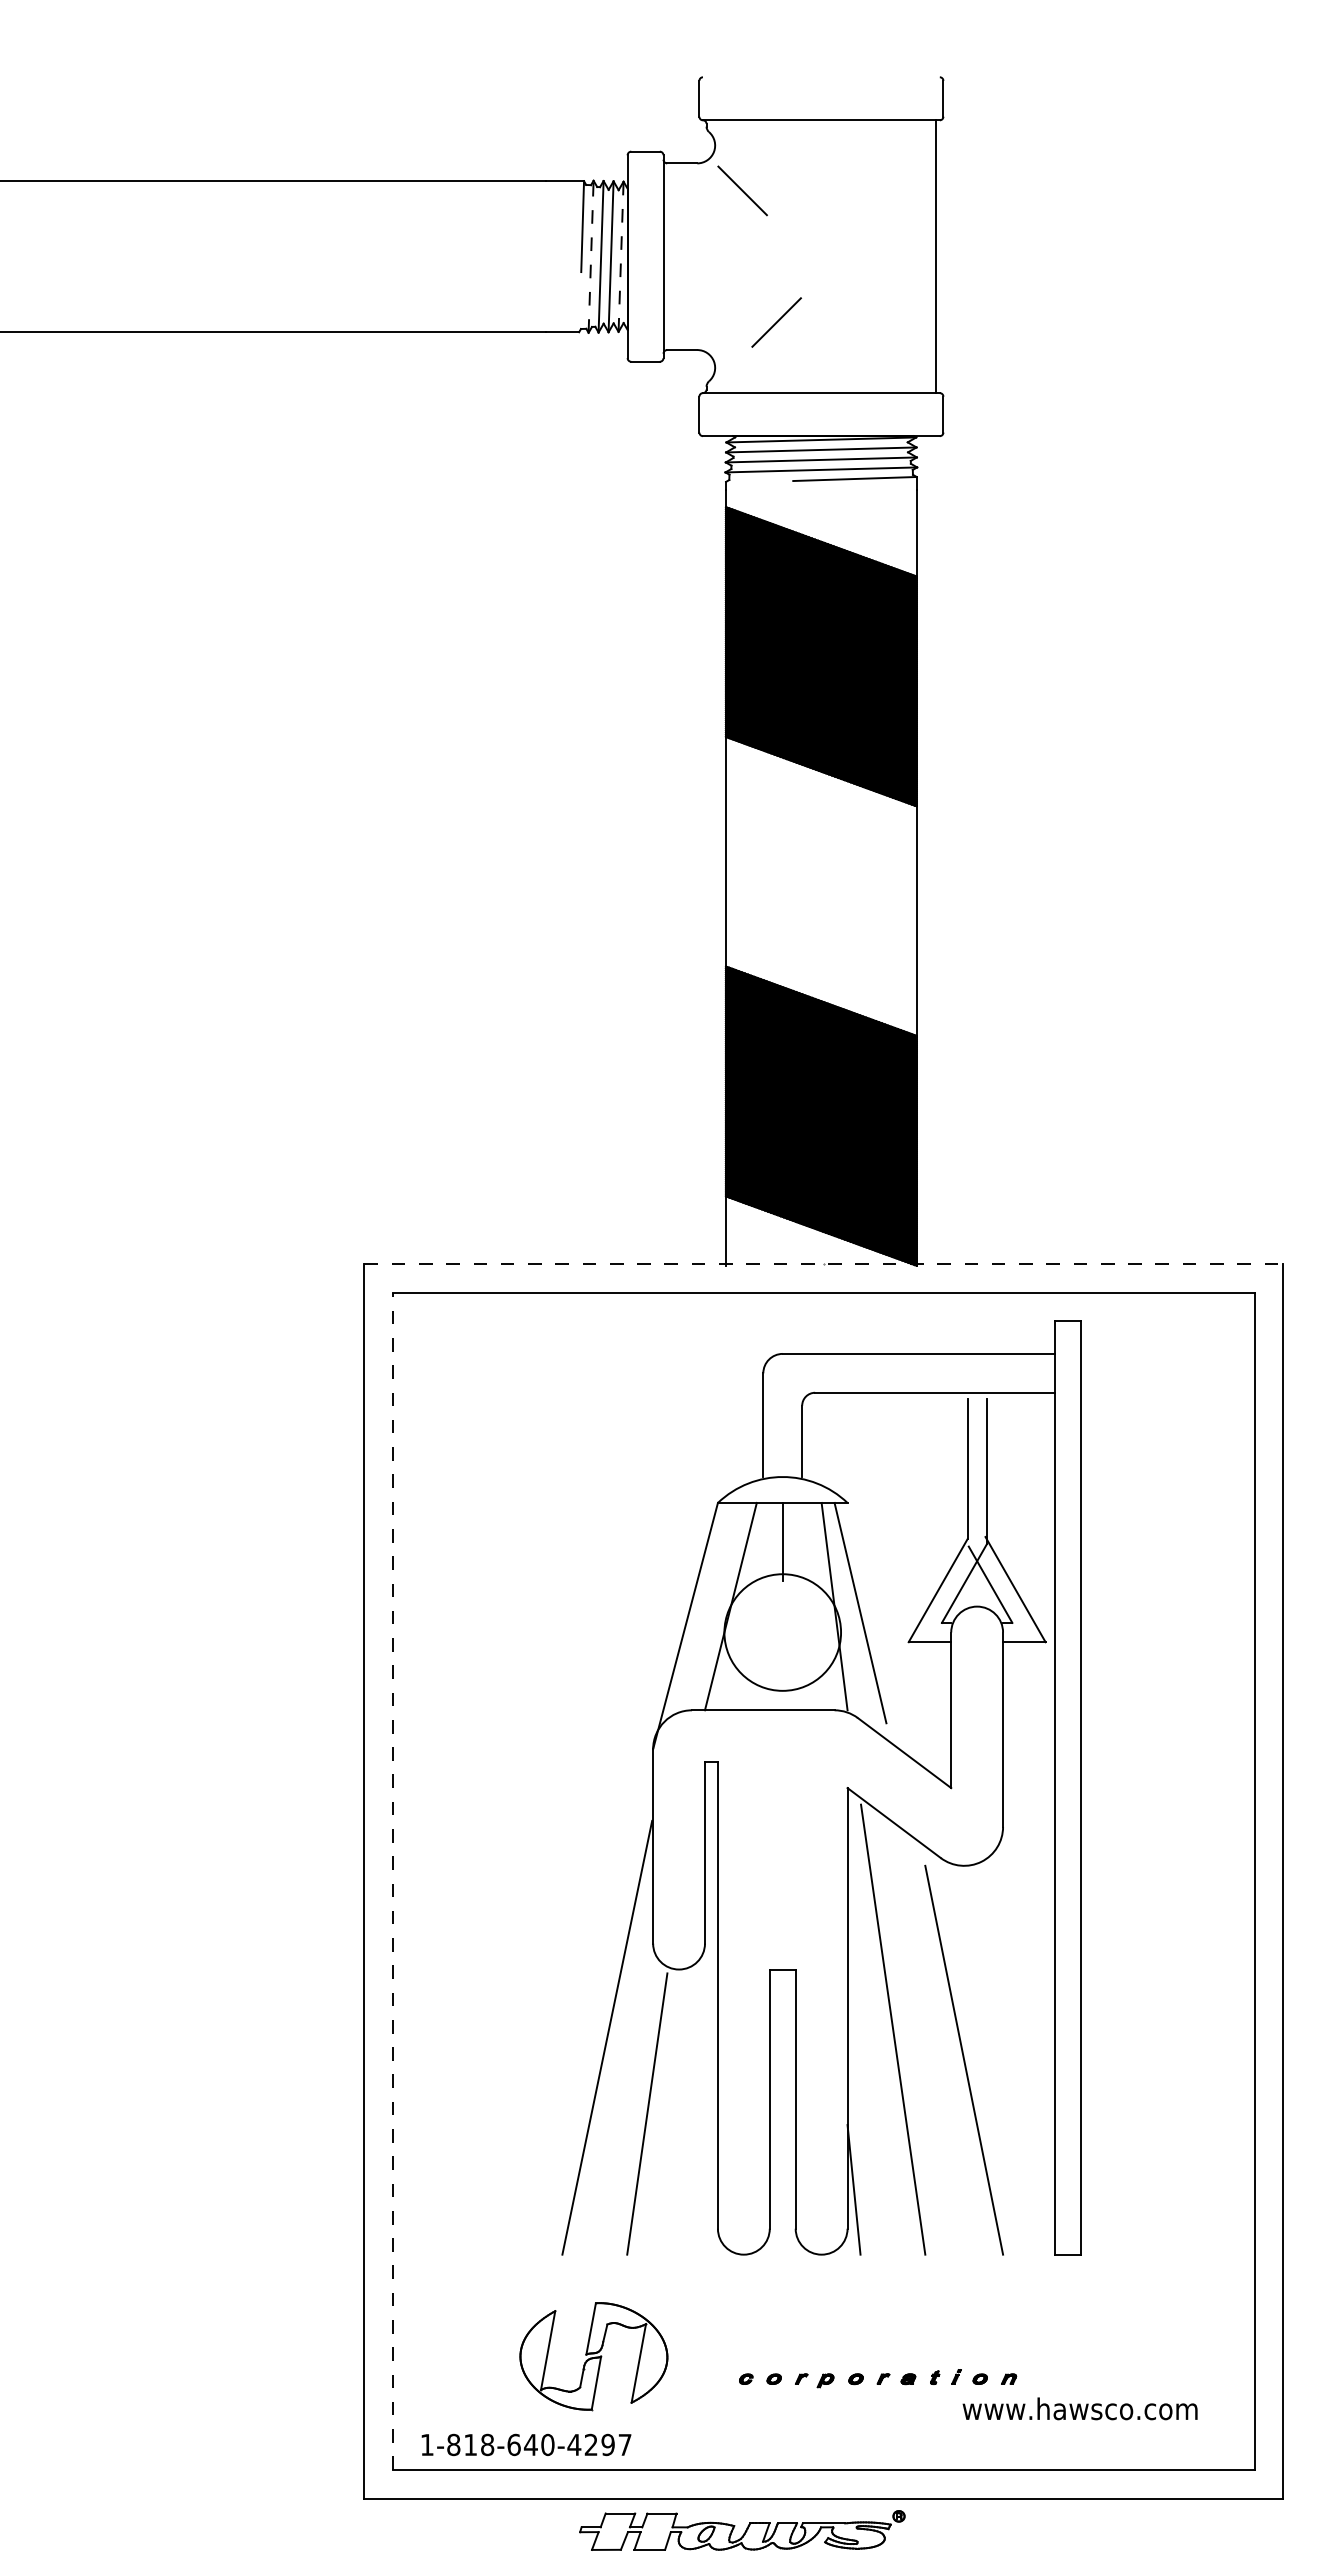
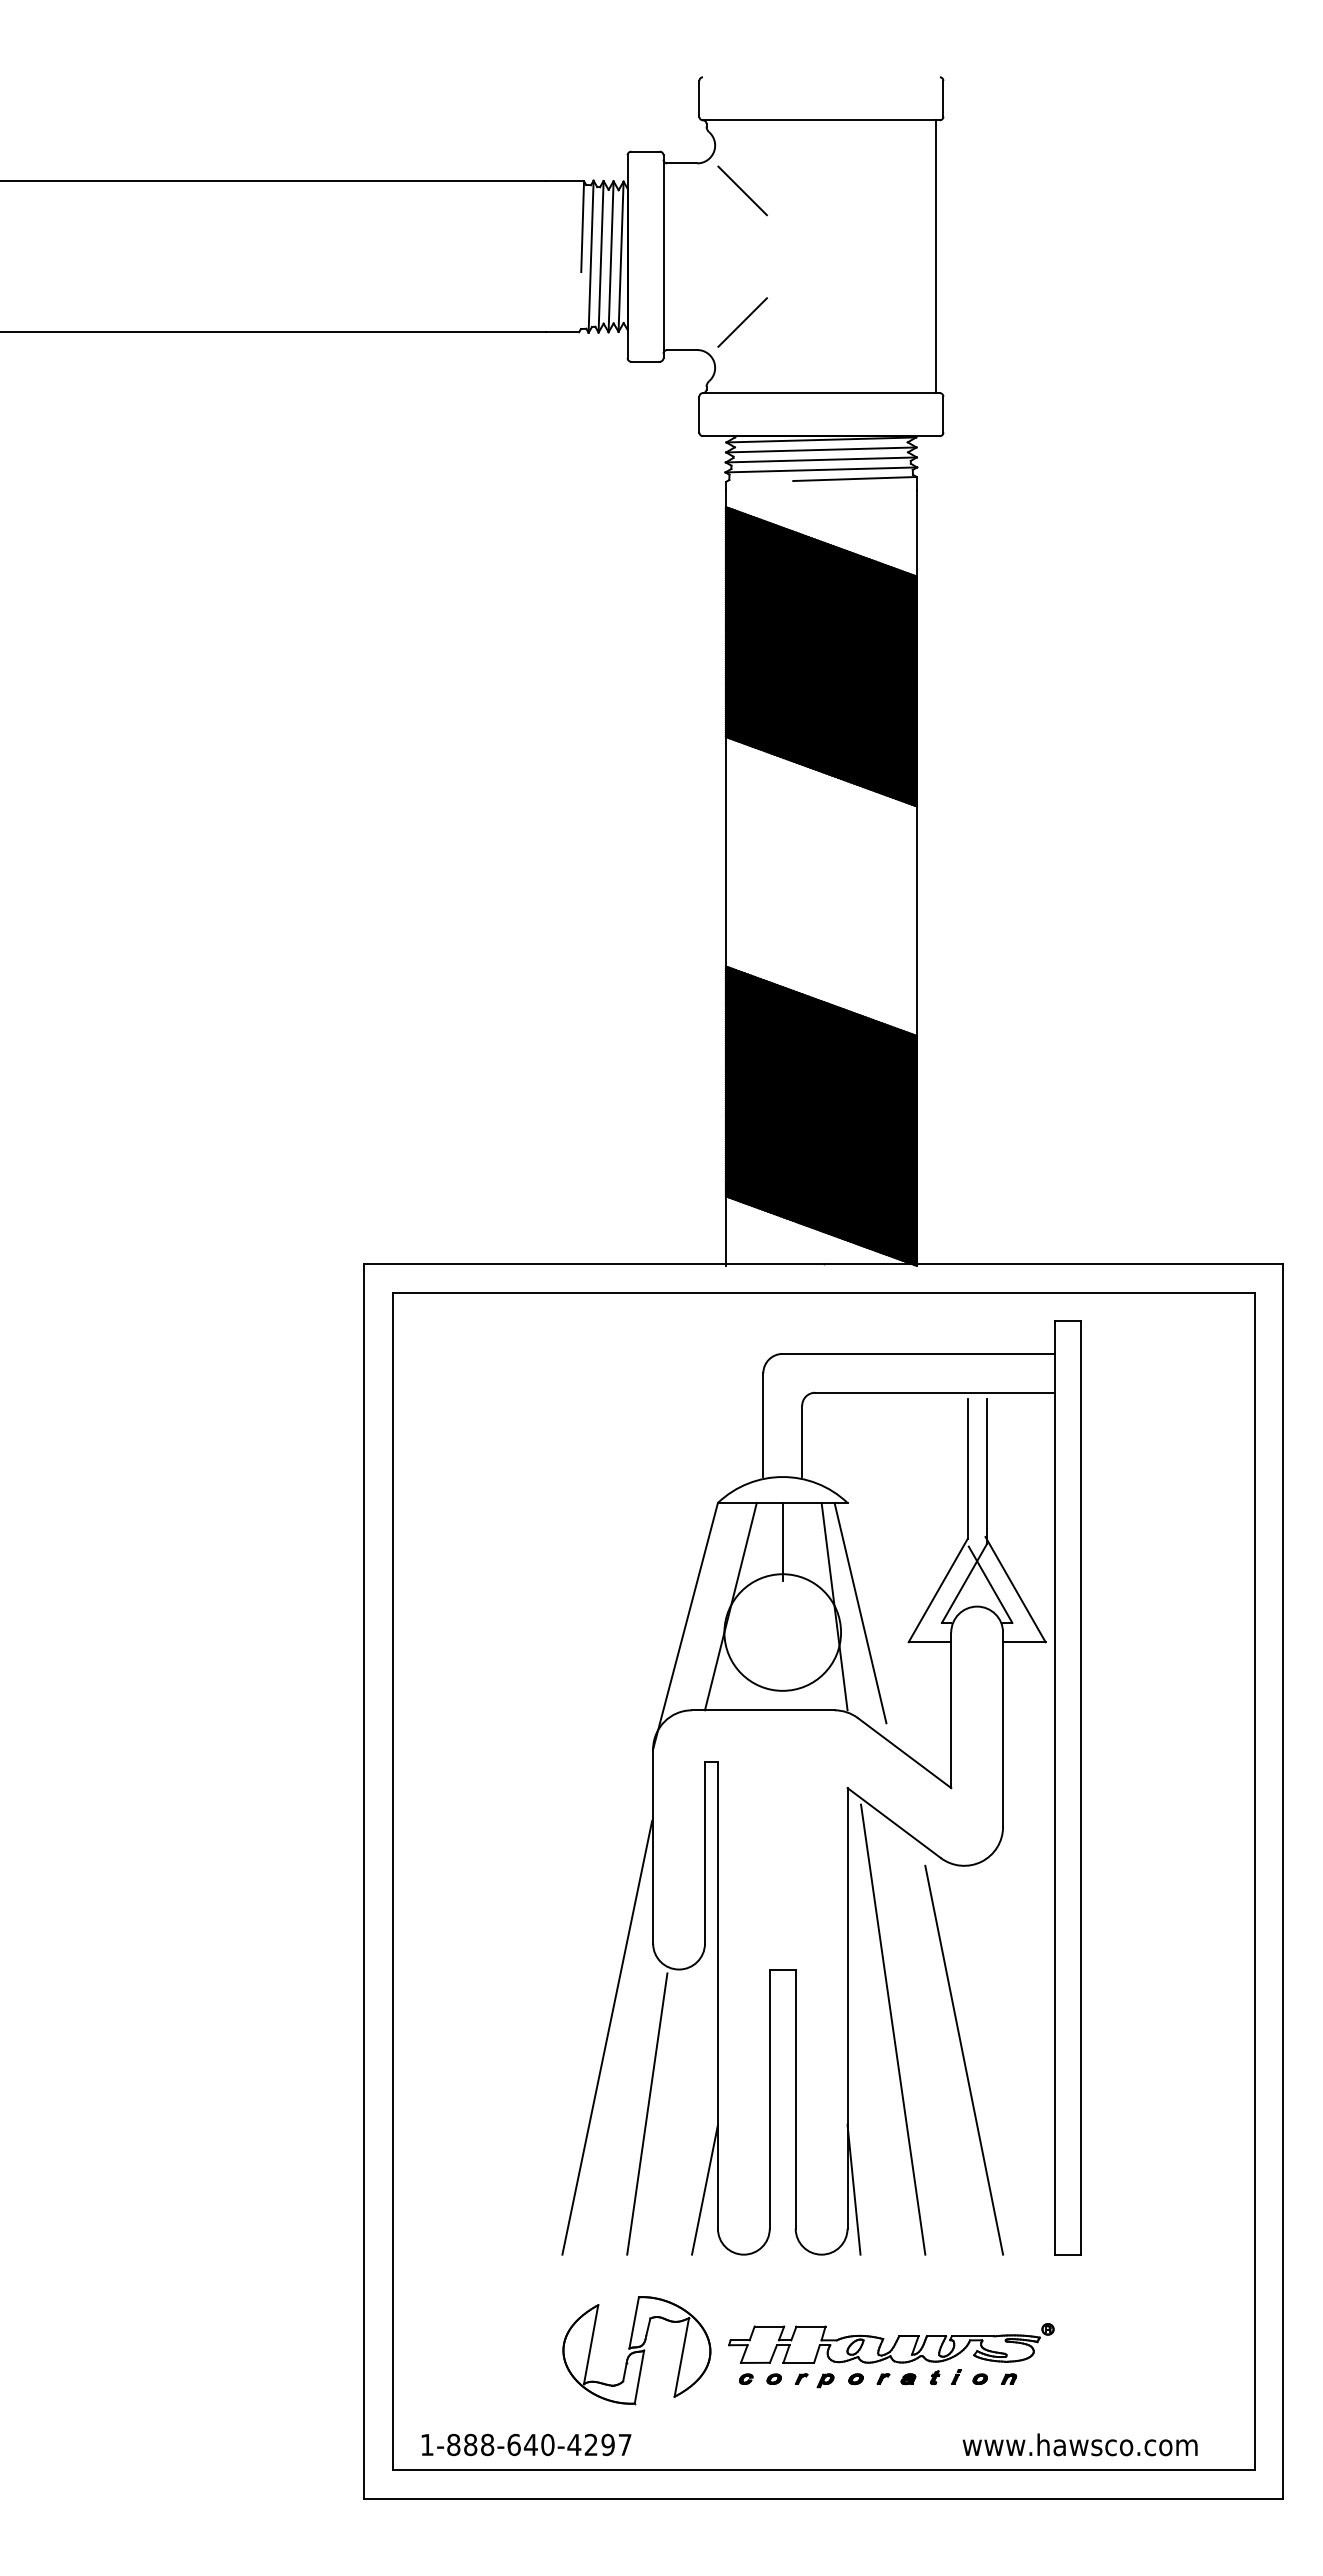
line at (591, 256): dashed -> solid
line at (621, 257): dashed -> solid
line at (776, 322) position: (776, 322) -> (742, 322)
line at (824, 1264): dashed -> solid
line at (393, 1881): dashed -> solid
line at (704, 2189): none -> present
part at (593, 2356) position: (593, 2356) -> (636, 2350)
text at (1079, 2408) position: (1079, 2408) -> (1079, 2444)
text at (470, 2444): 1-818-640-4297 -> 1-888-640-4297
part at (742, 2530) position: (742, 2530) -> (891, 2343)
